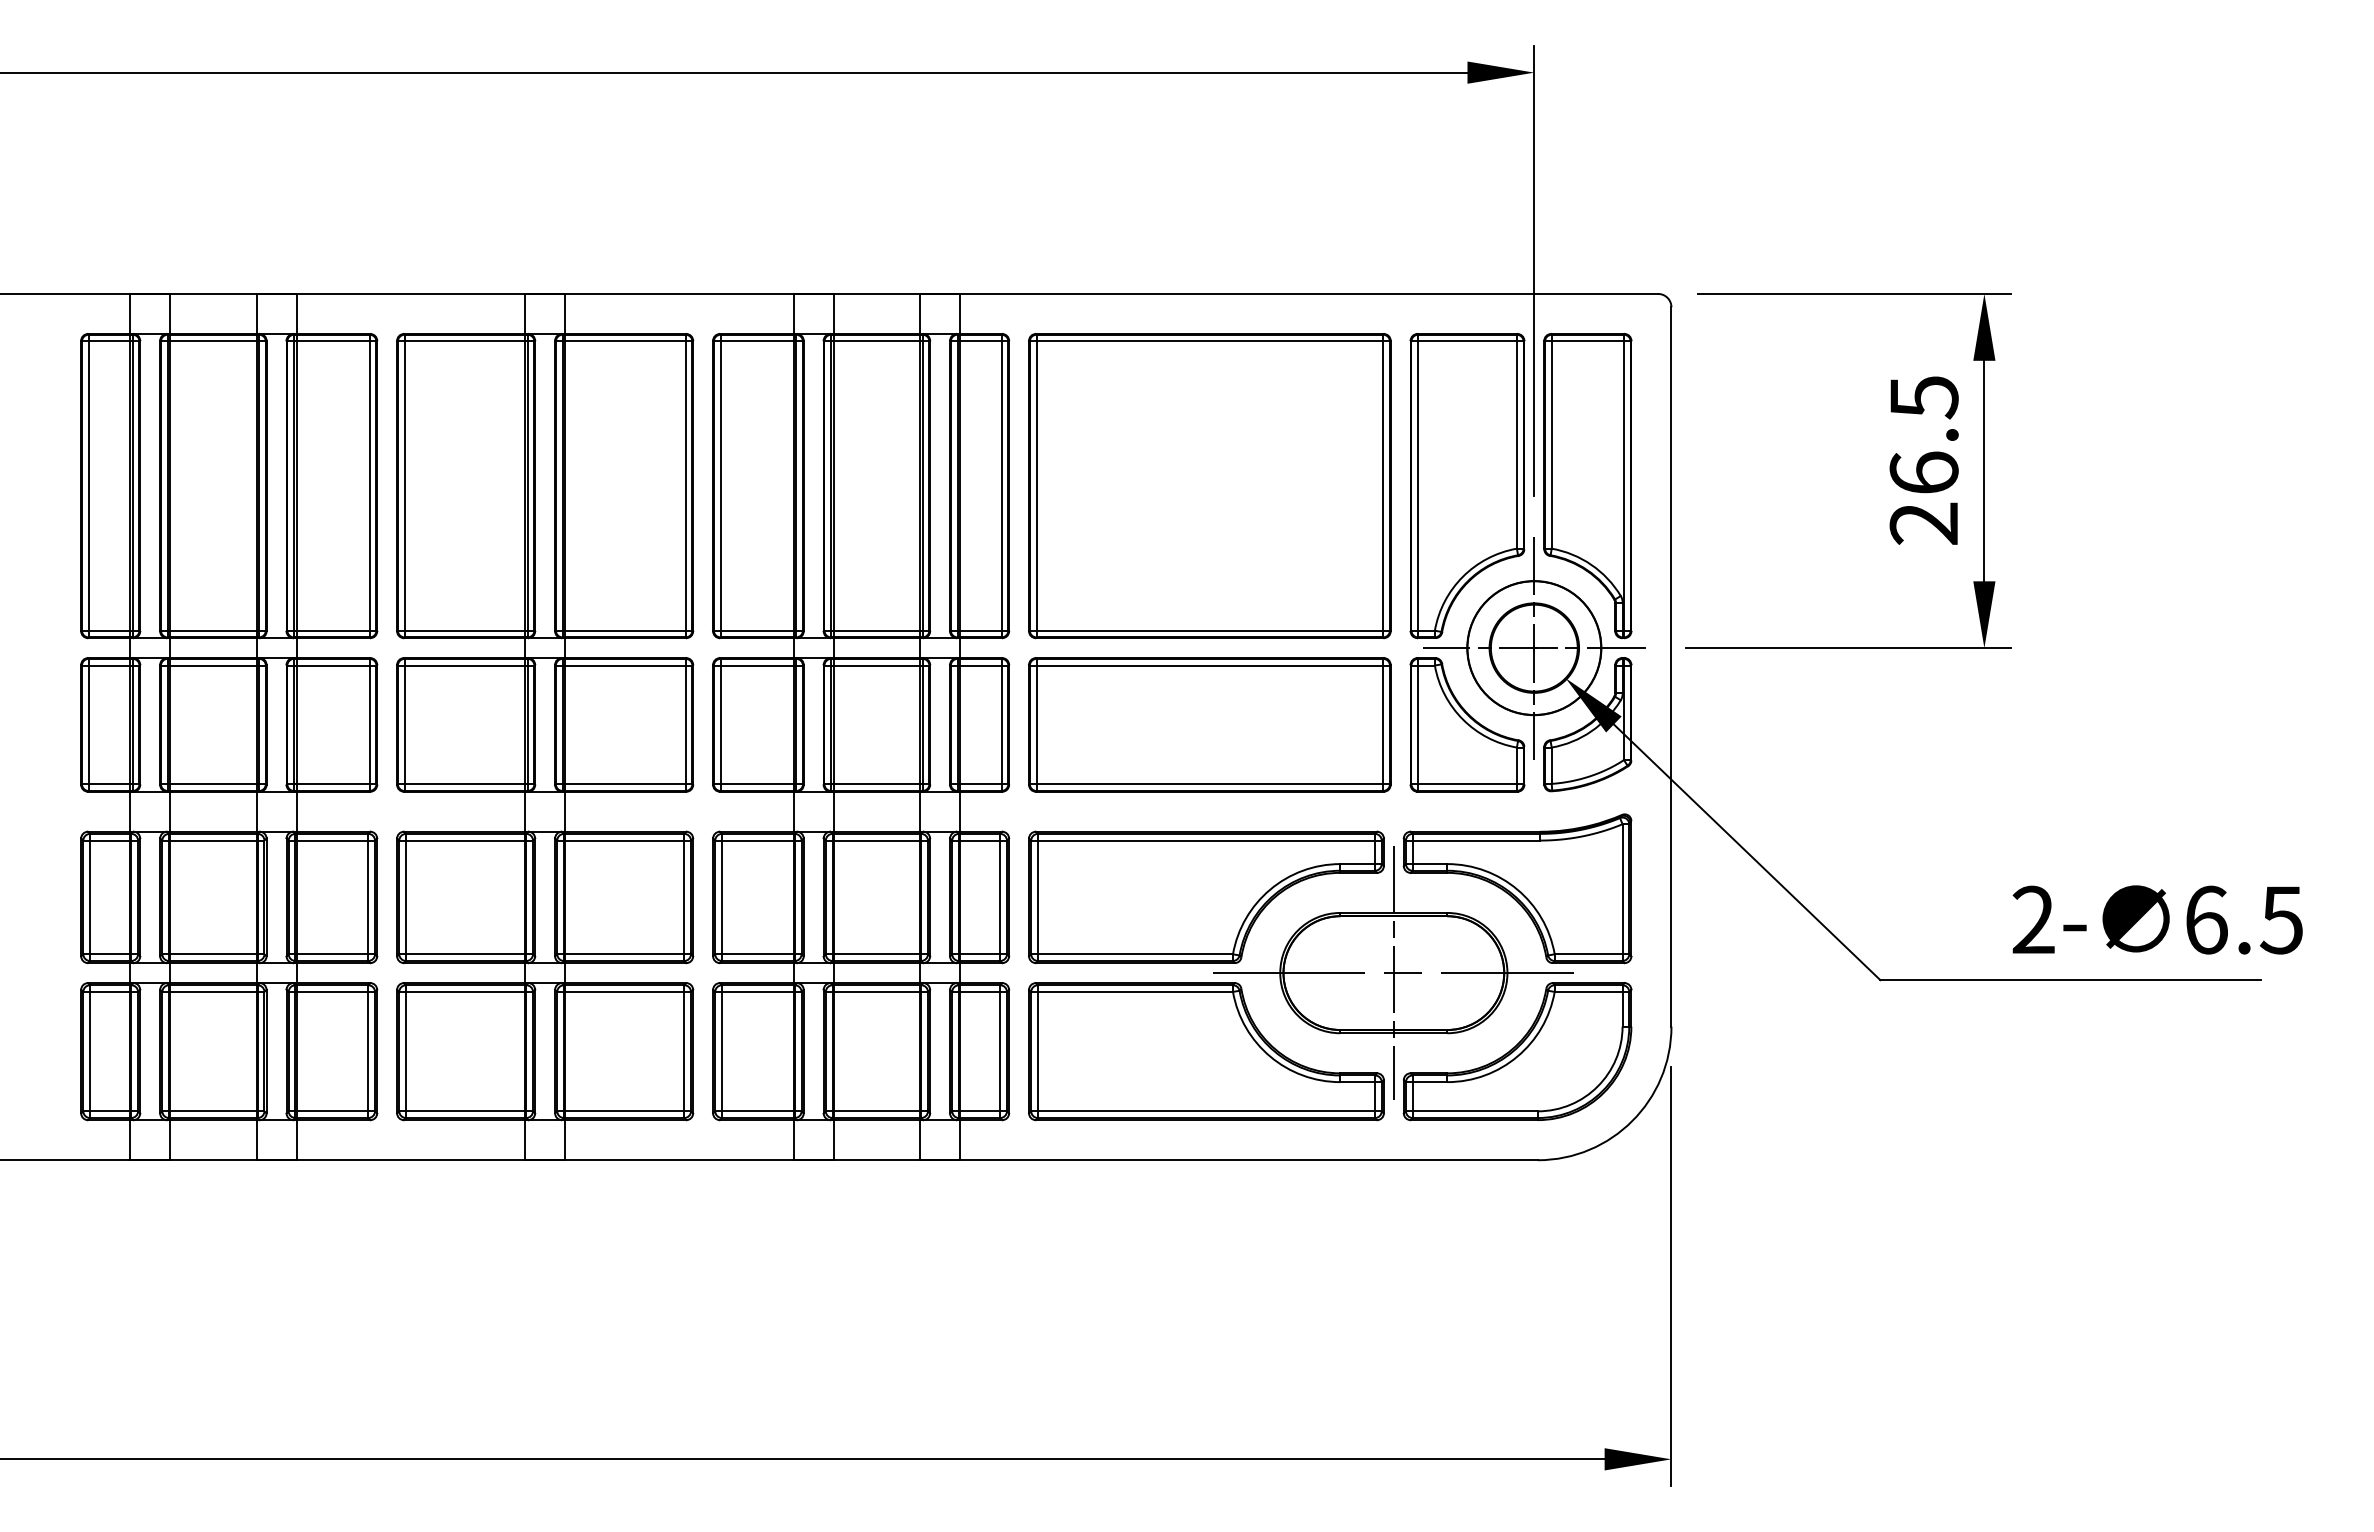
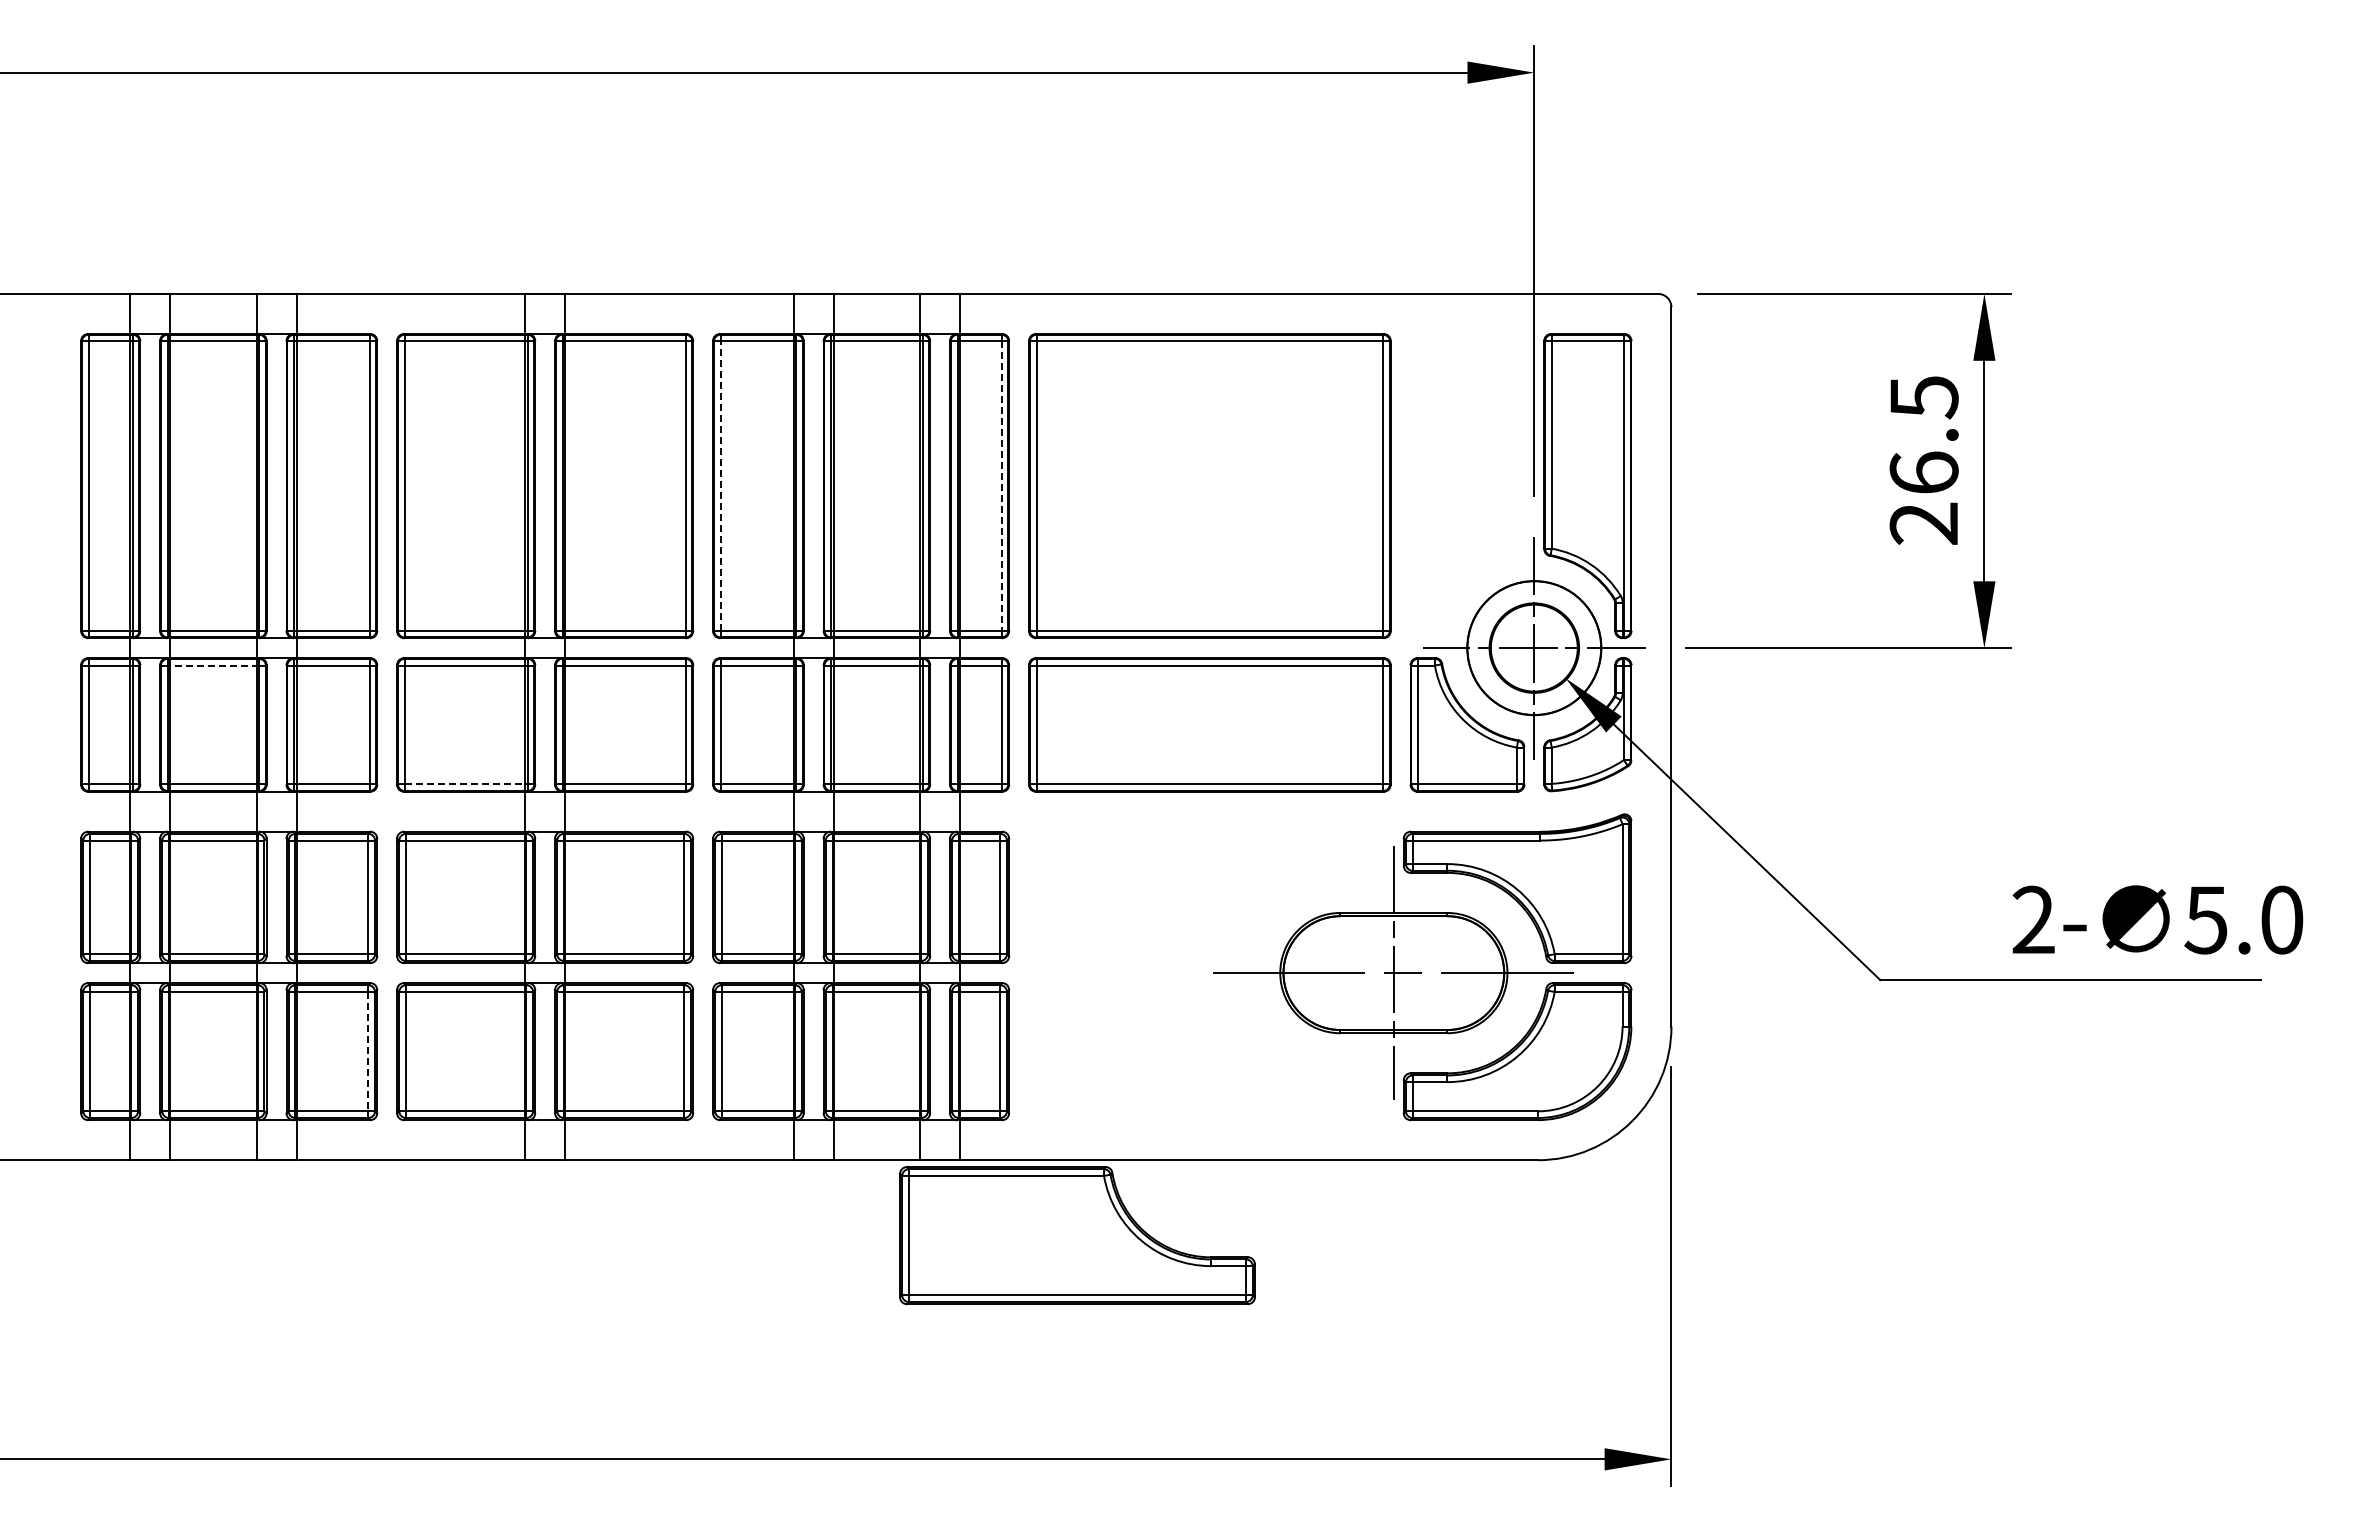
line at (720, 486): solid -> dashed
line at (1001, 486): solid -> dashed
part at (1467, 486): present -> none
line at (213, 665): solid -> dashed
line at (466, 784): solid -> dashed
part at (1206, 897): present -> none
text at (2243, 919): 6.5 -> 5.0
line at (368, 1051): solid -> dashed
part at (1206, 1051) position: (1206, 1051) -> (1077, 1235)
